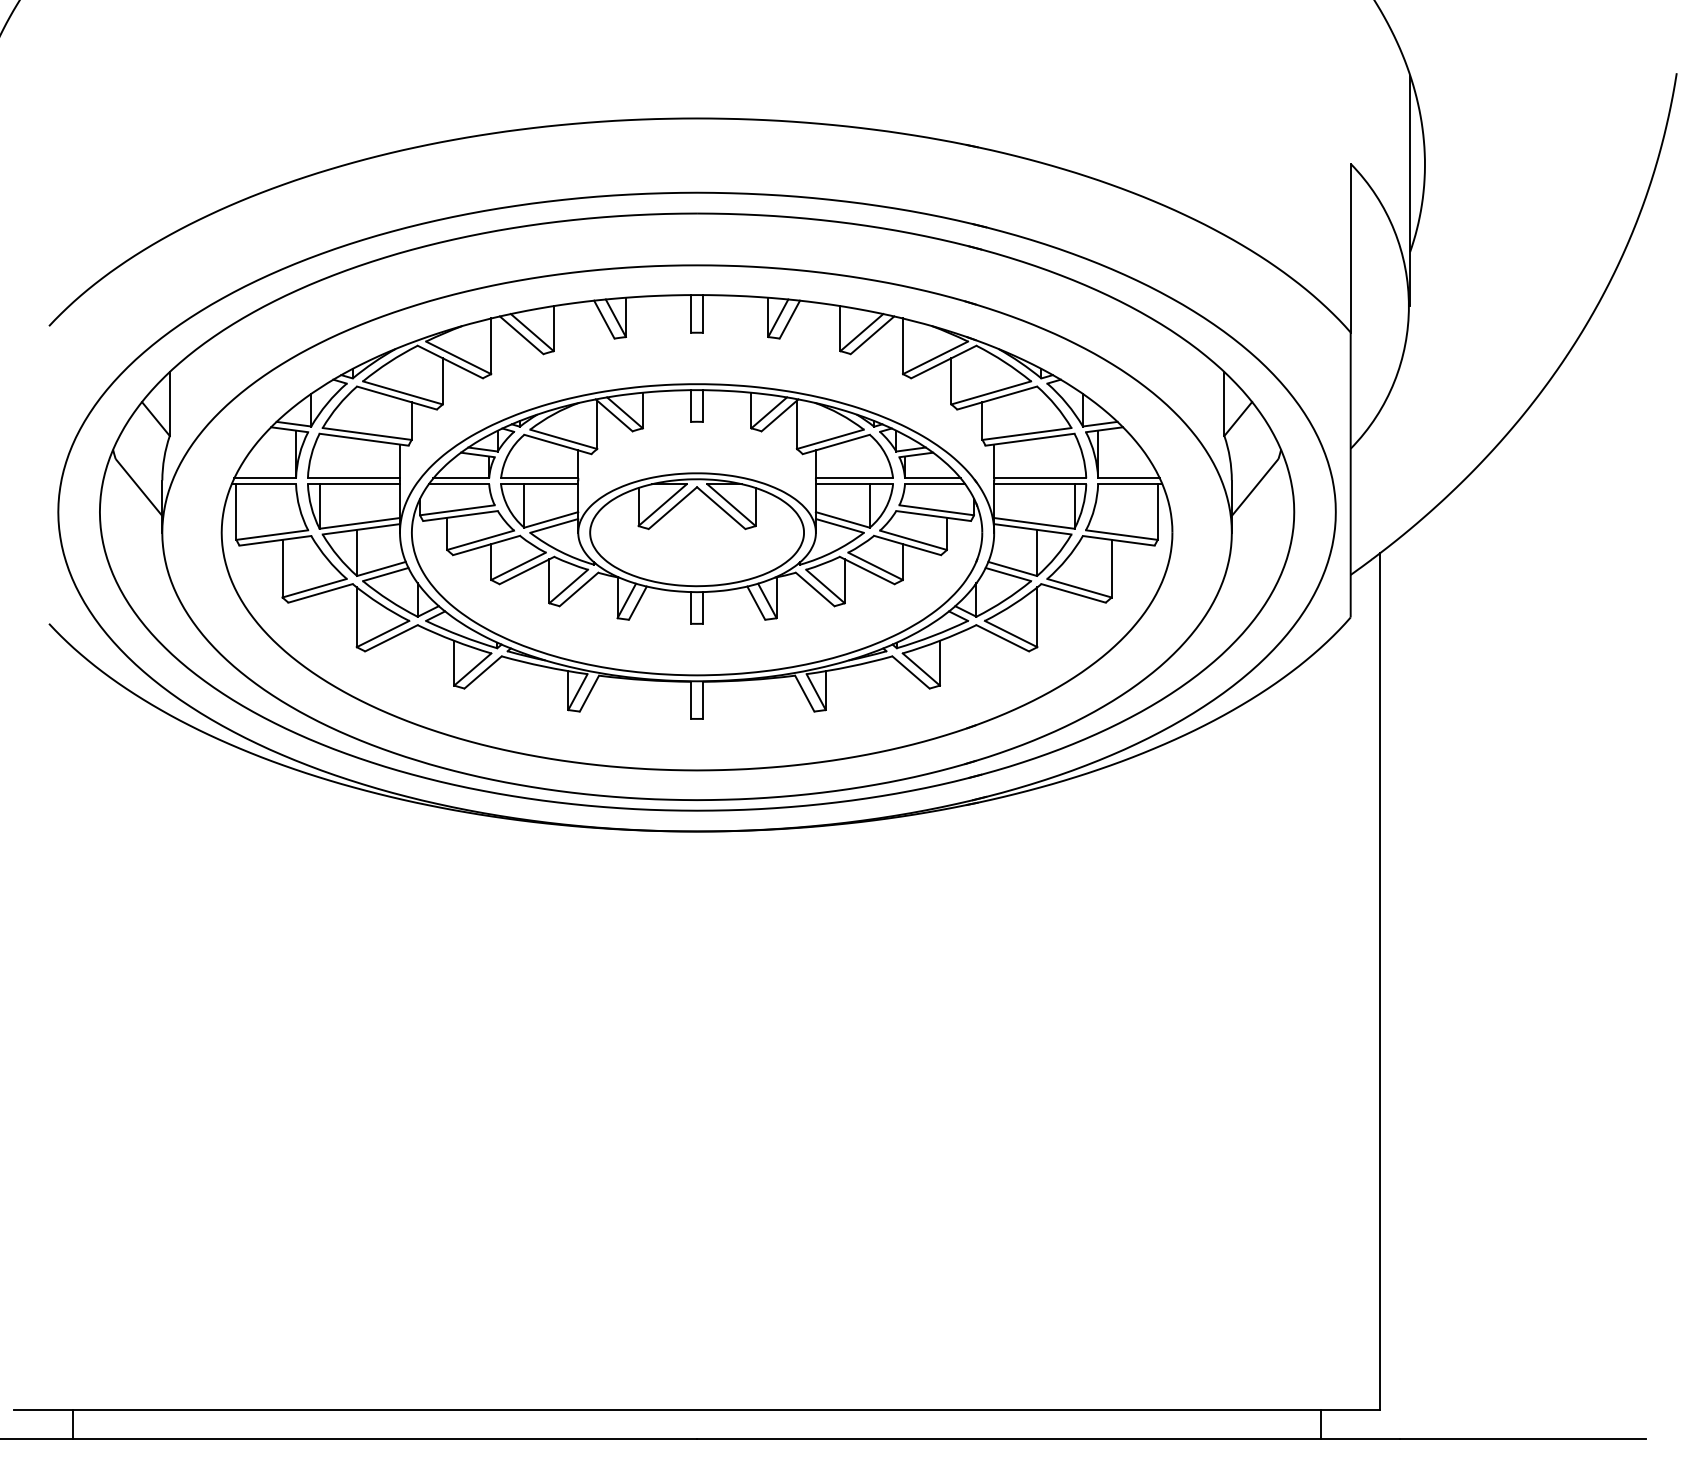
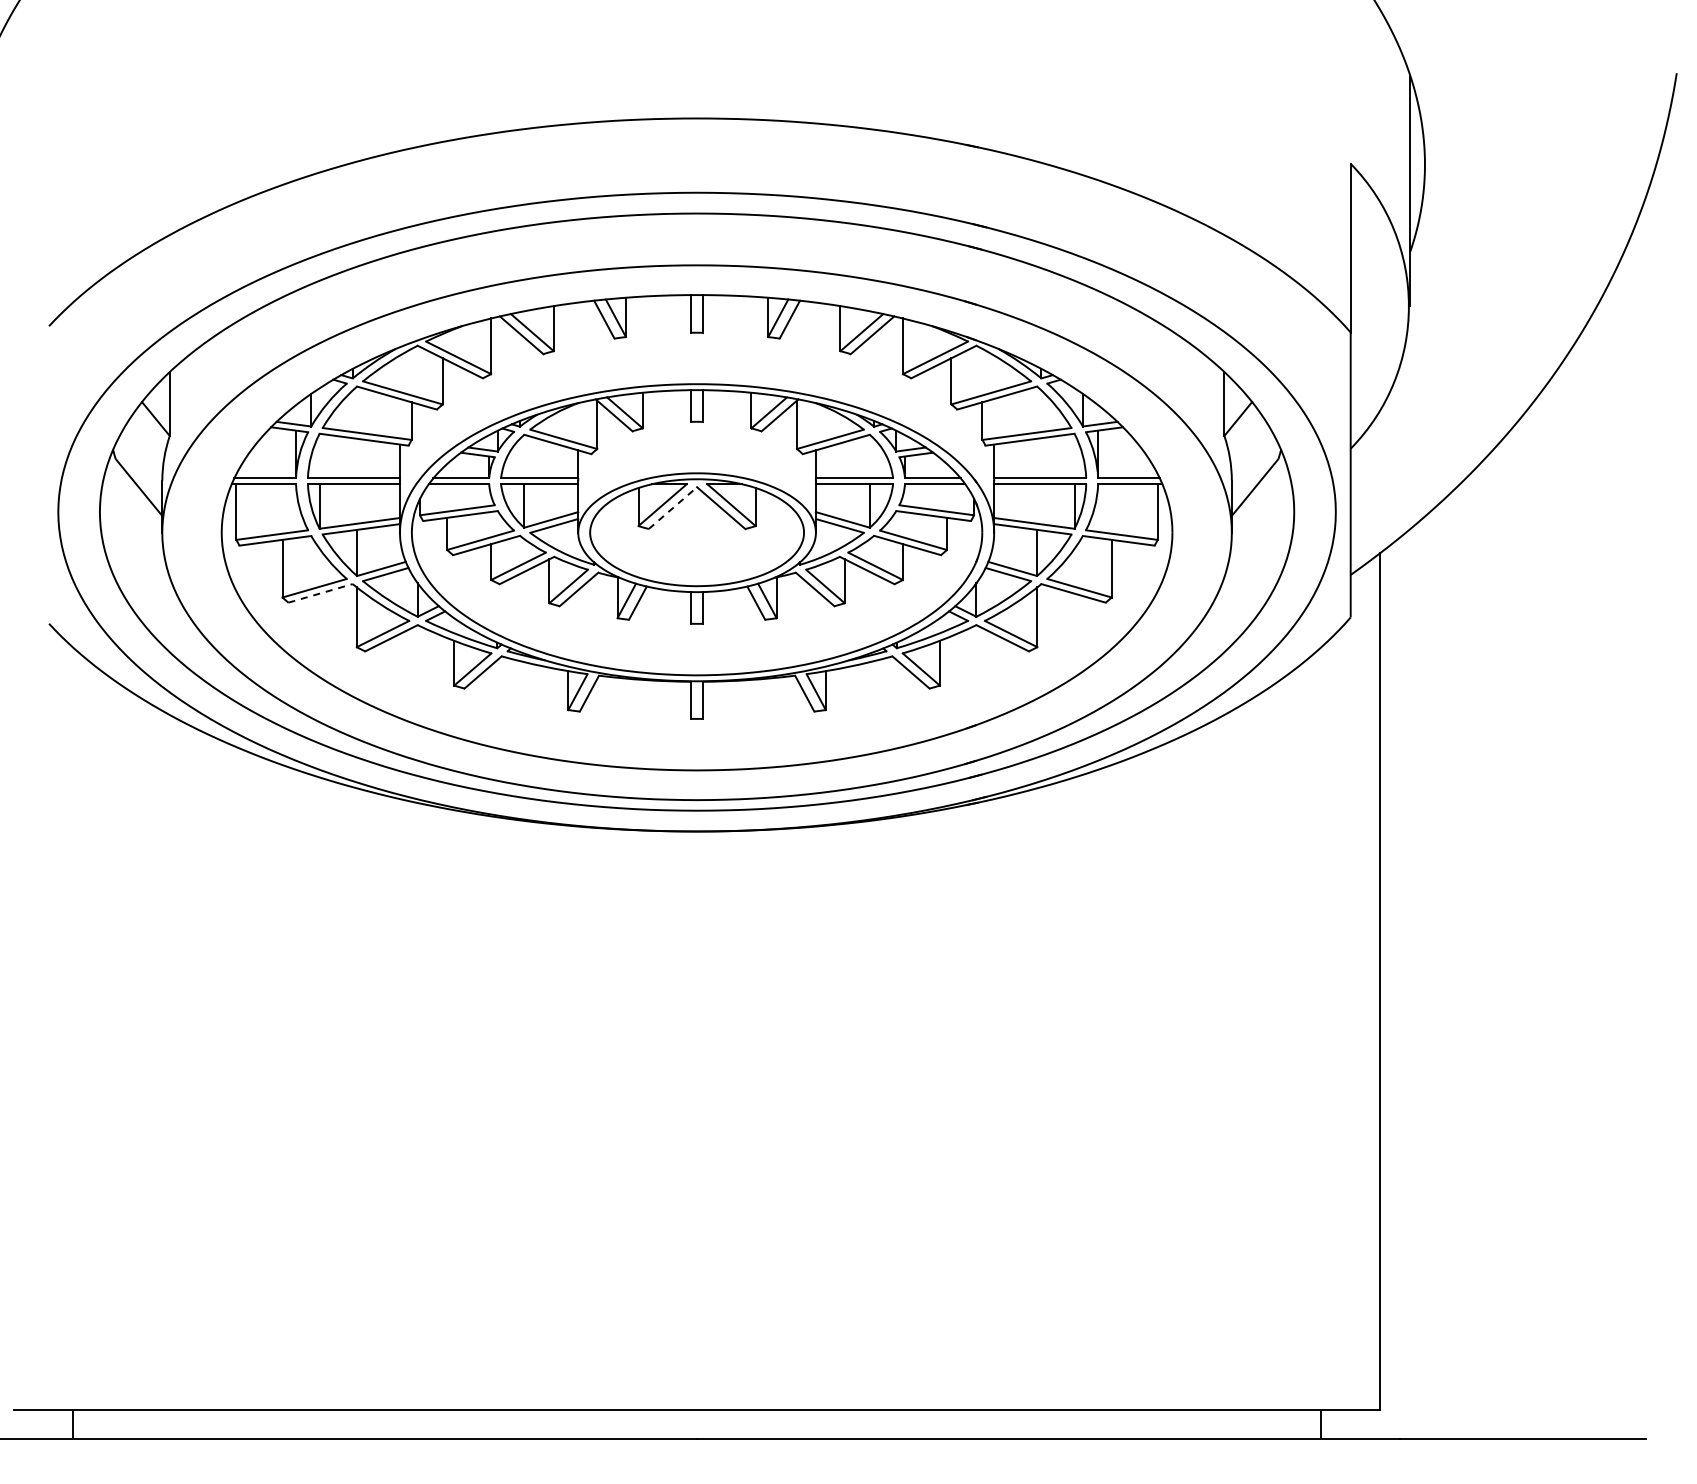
line at (672, 508): solid -> dashed
line at (321, 593): solid -> dashed
